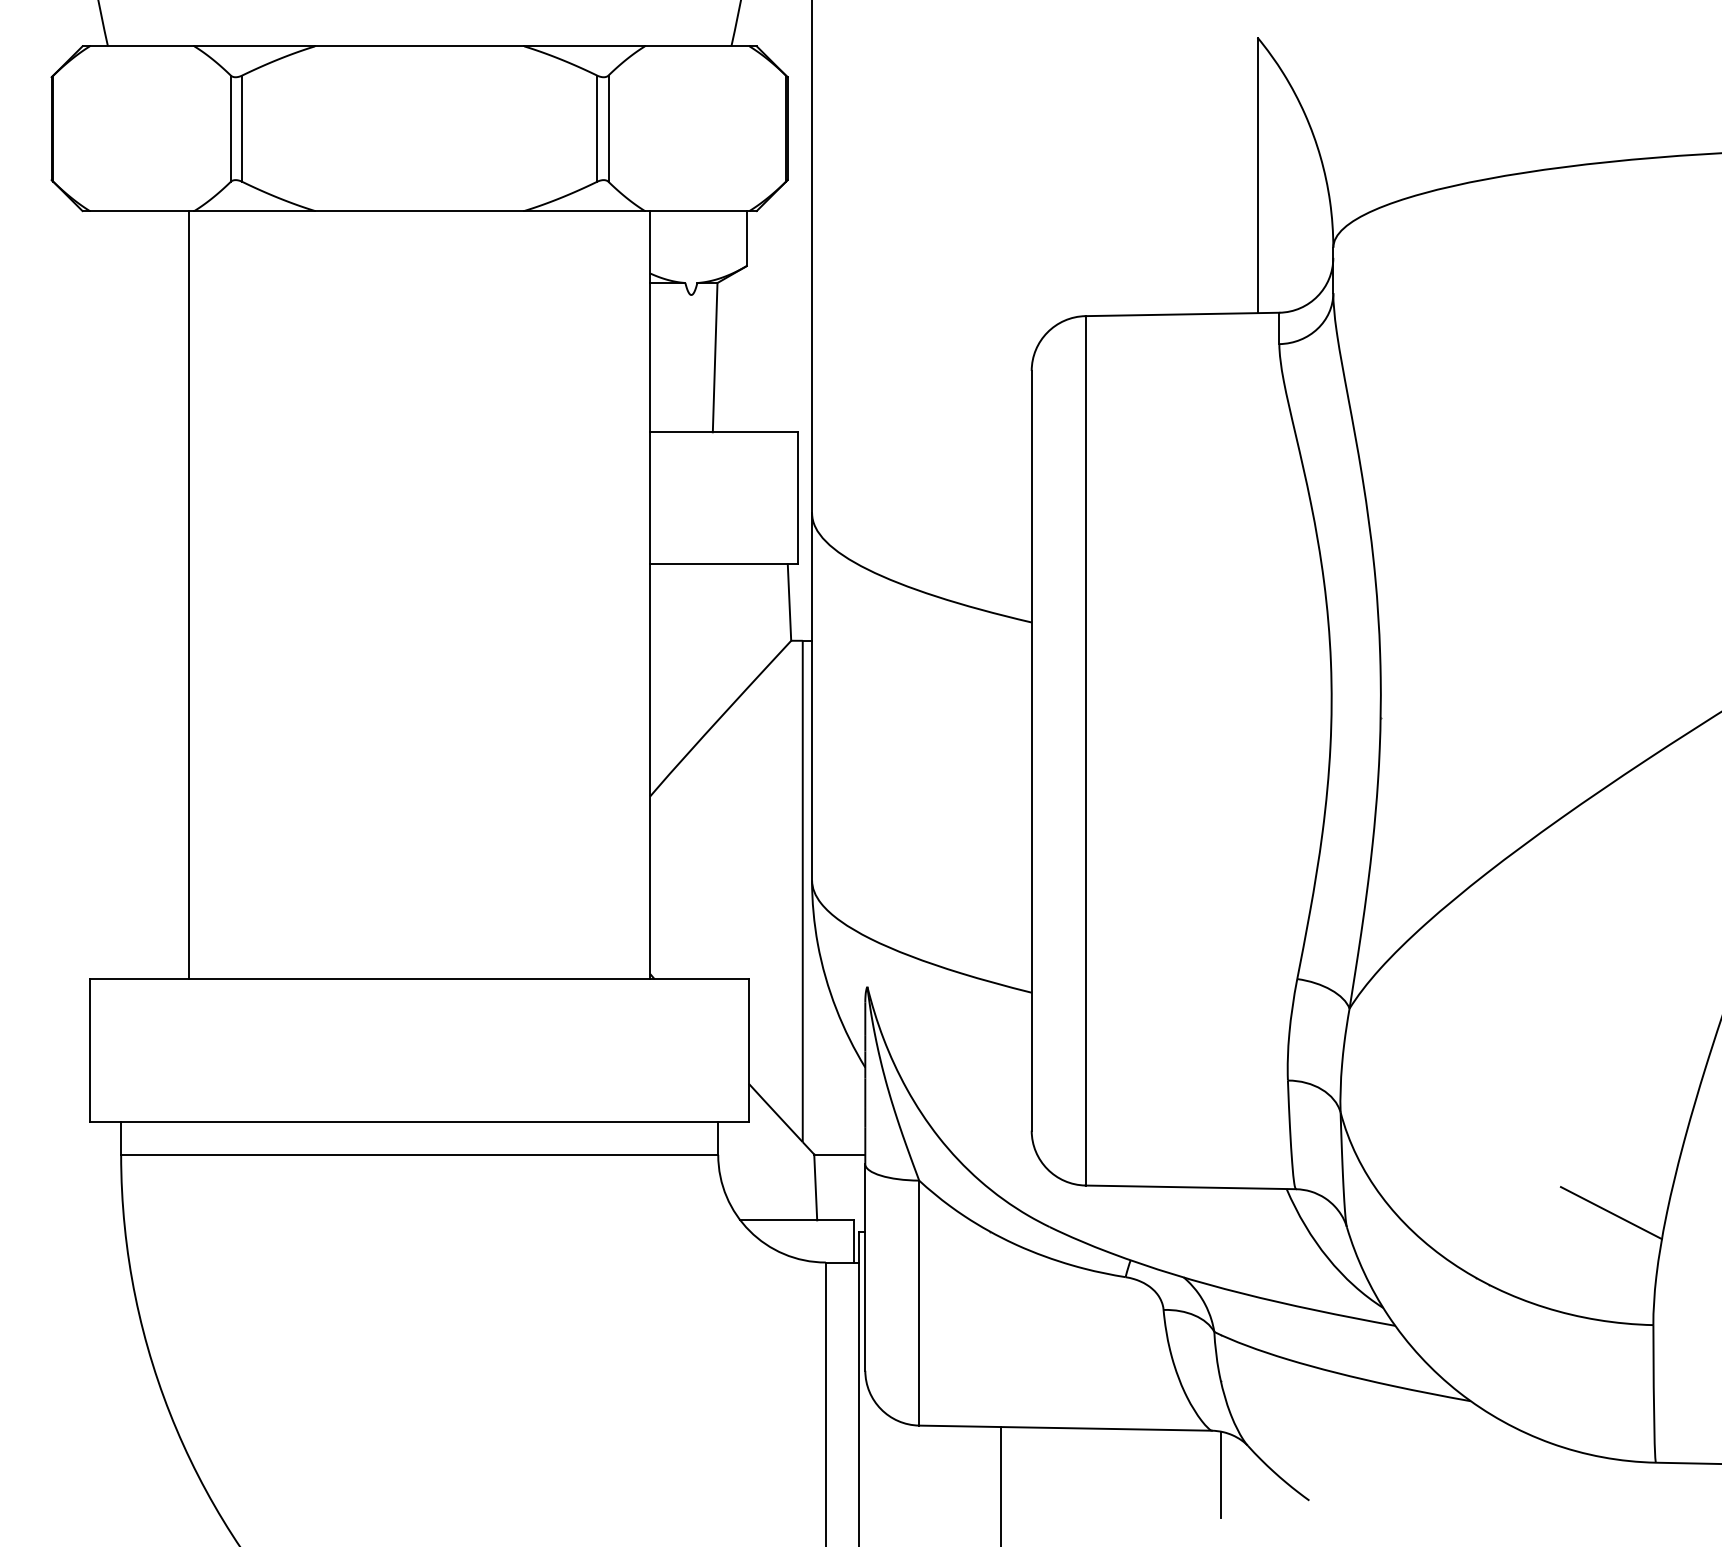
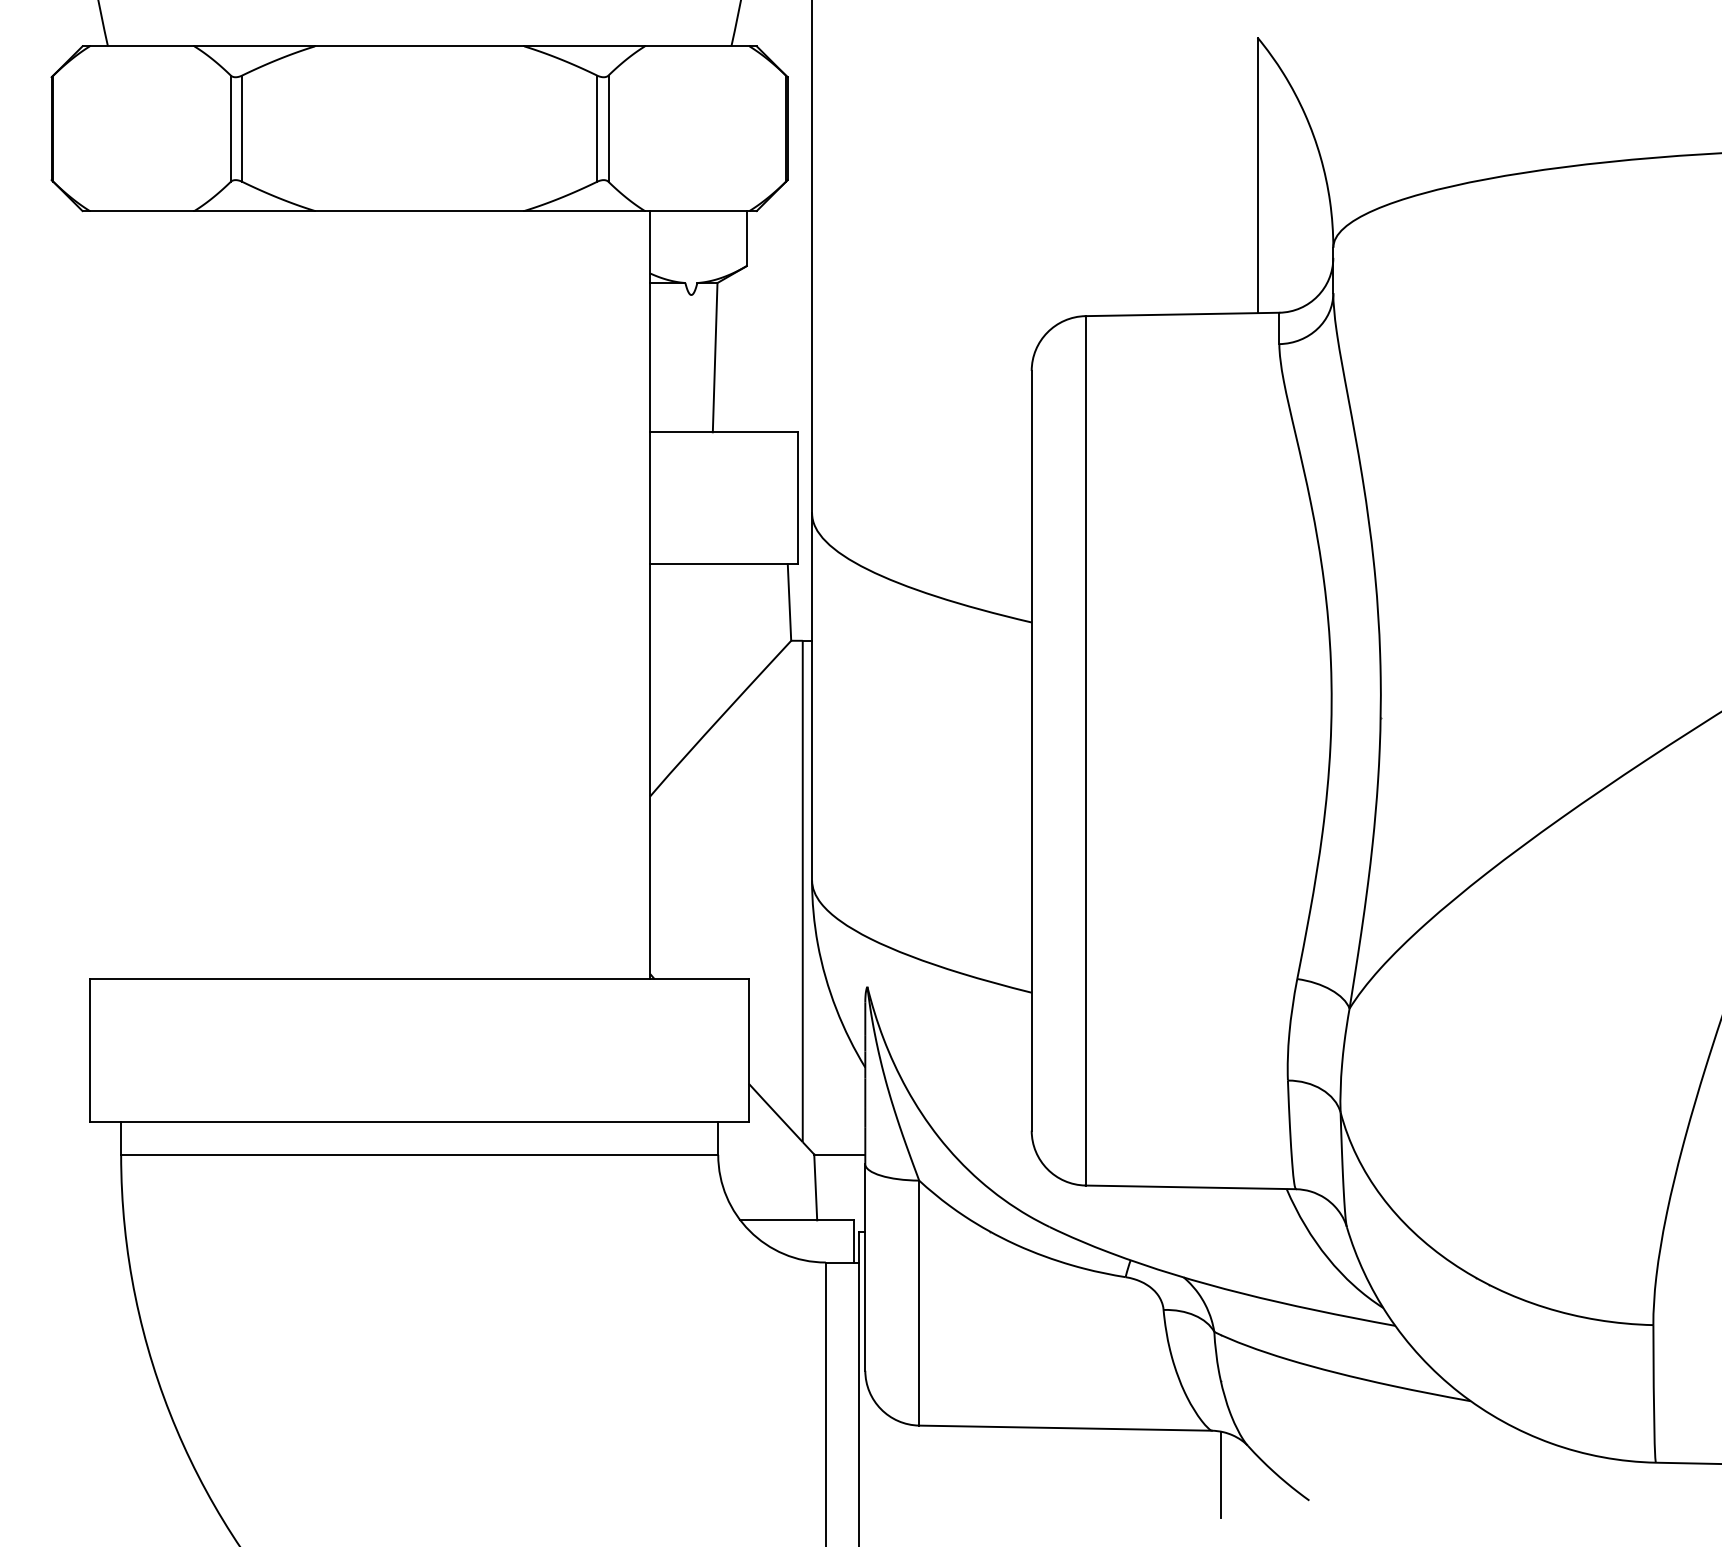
line at (189, 595): present -> none
line at (1610, 1213): present -> none
line at (1001, 1485): present -> none
